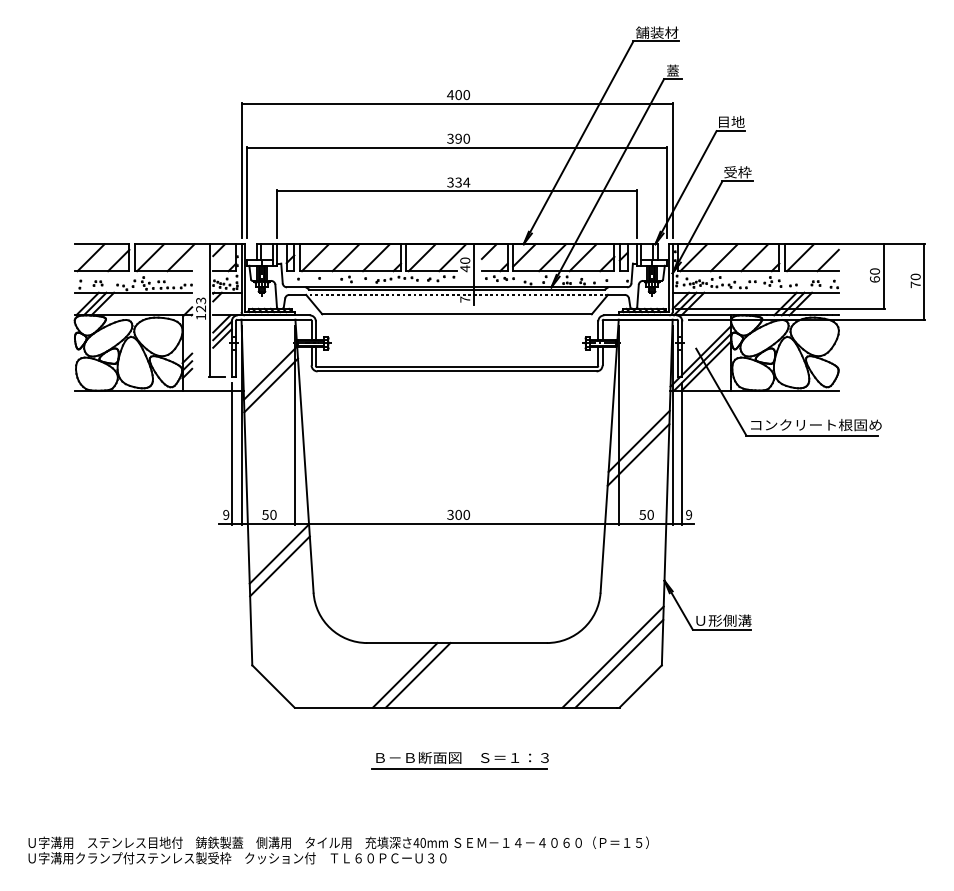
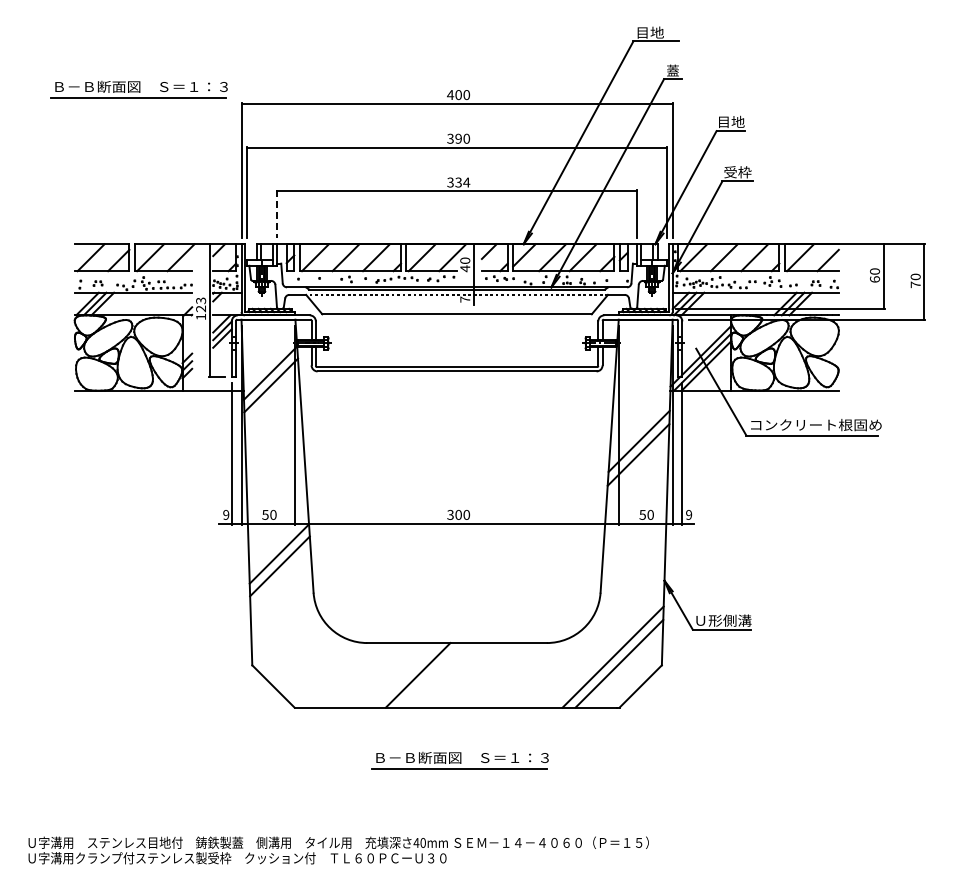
text at (657, 32): 舗装材 -> 目地
part at (138, 89): none -> present
line at (277, 214): solid -> dashed
line at (404, 675): present -> none
